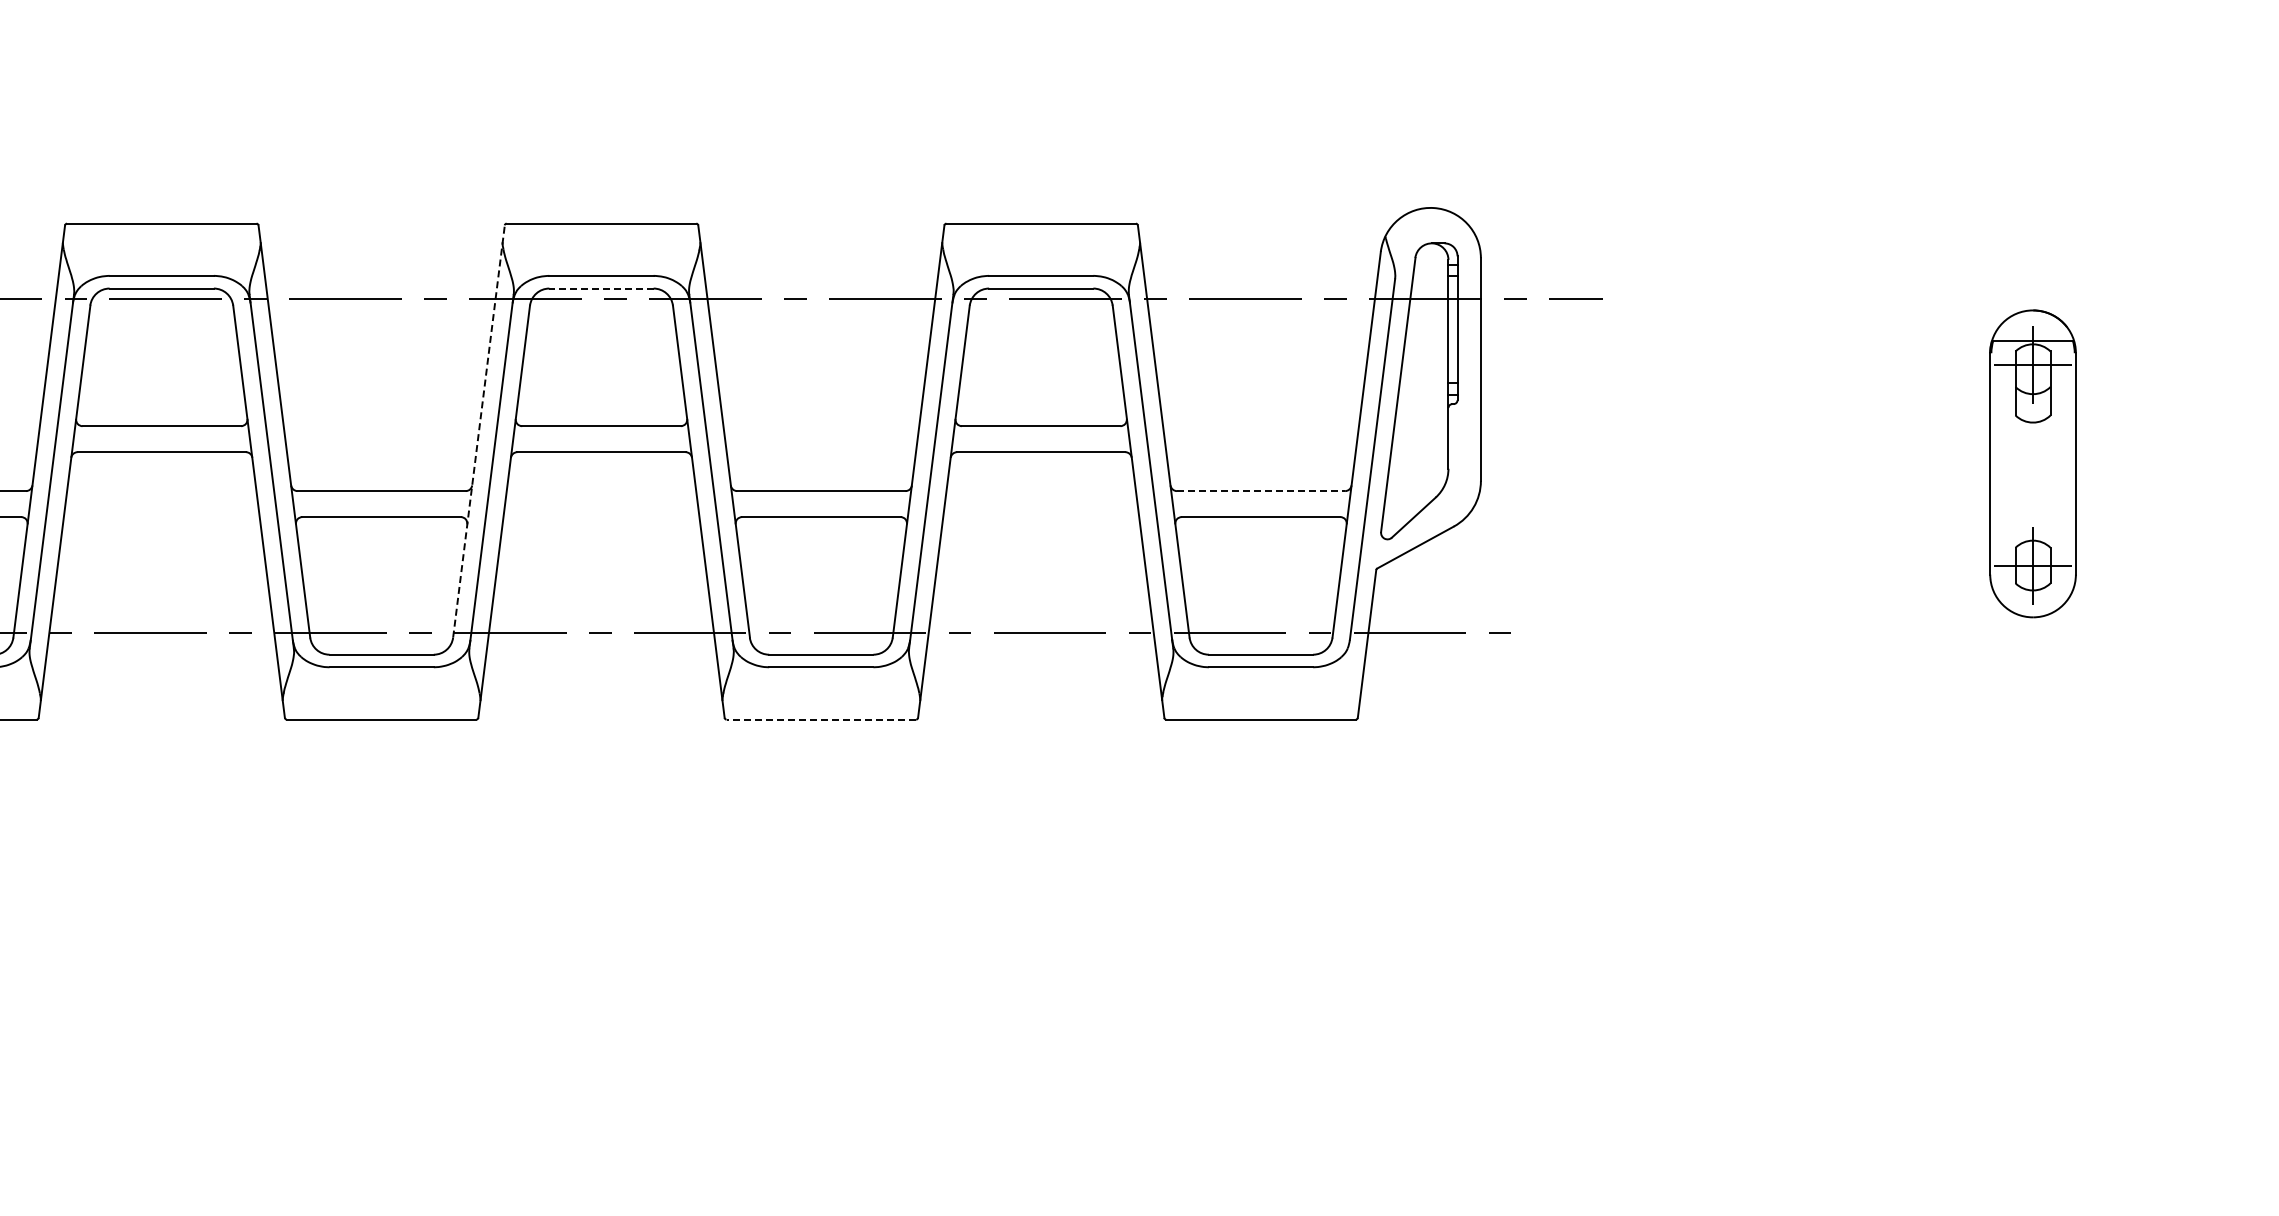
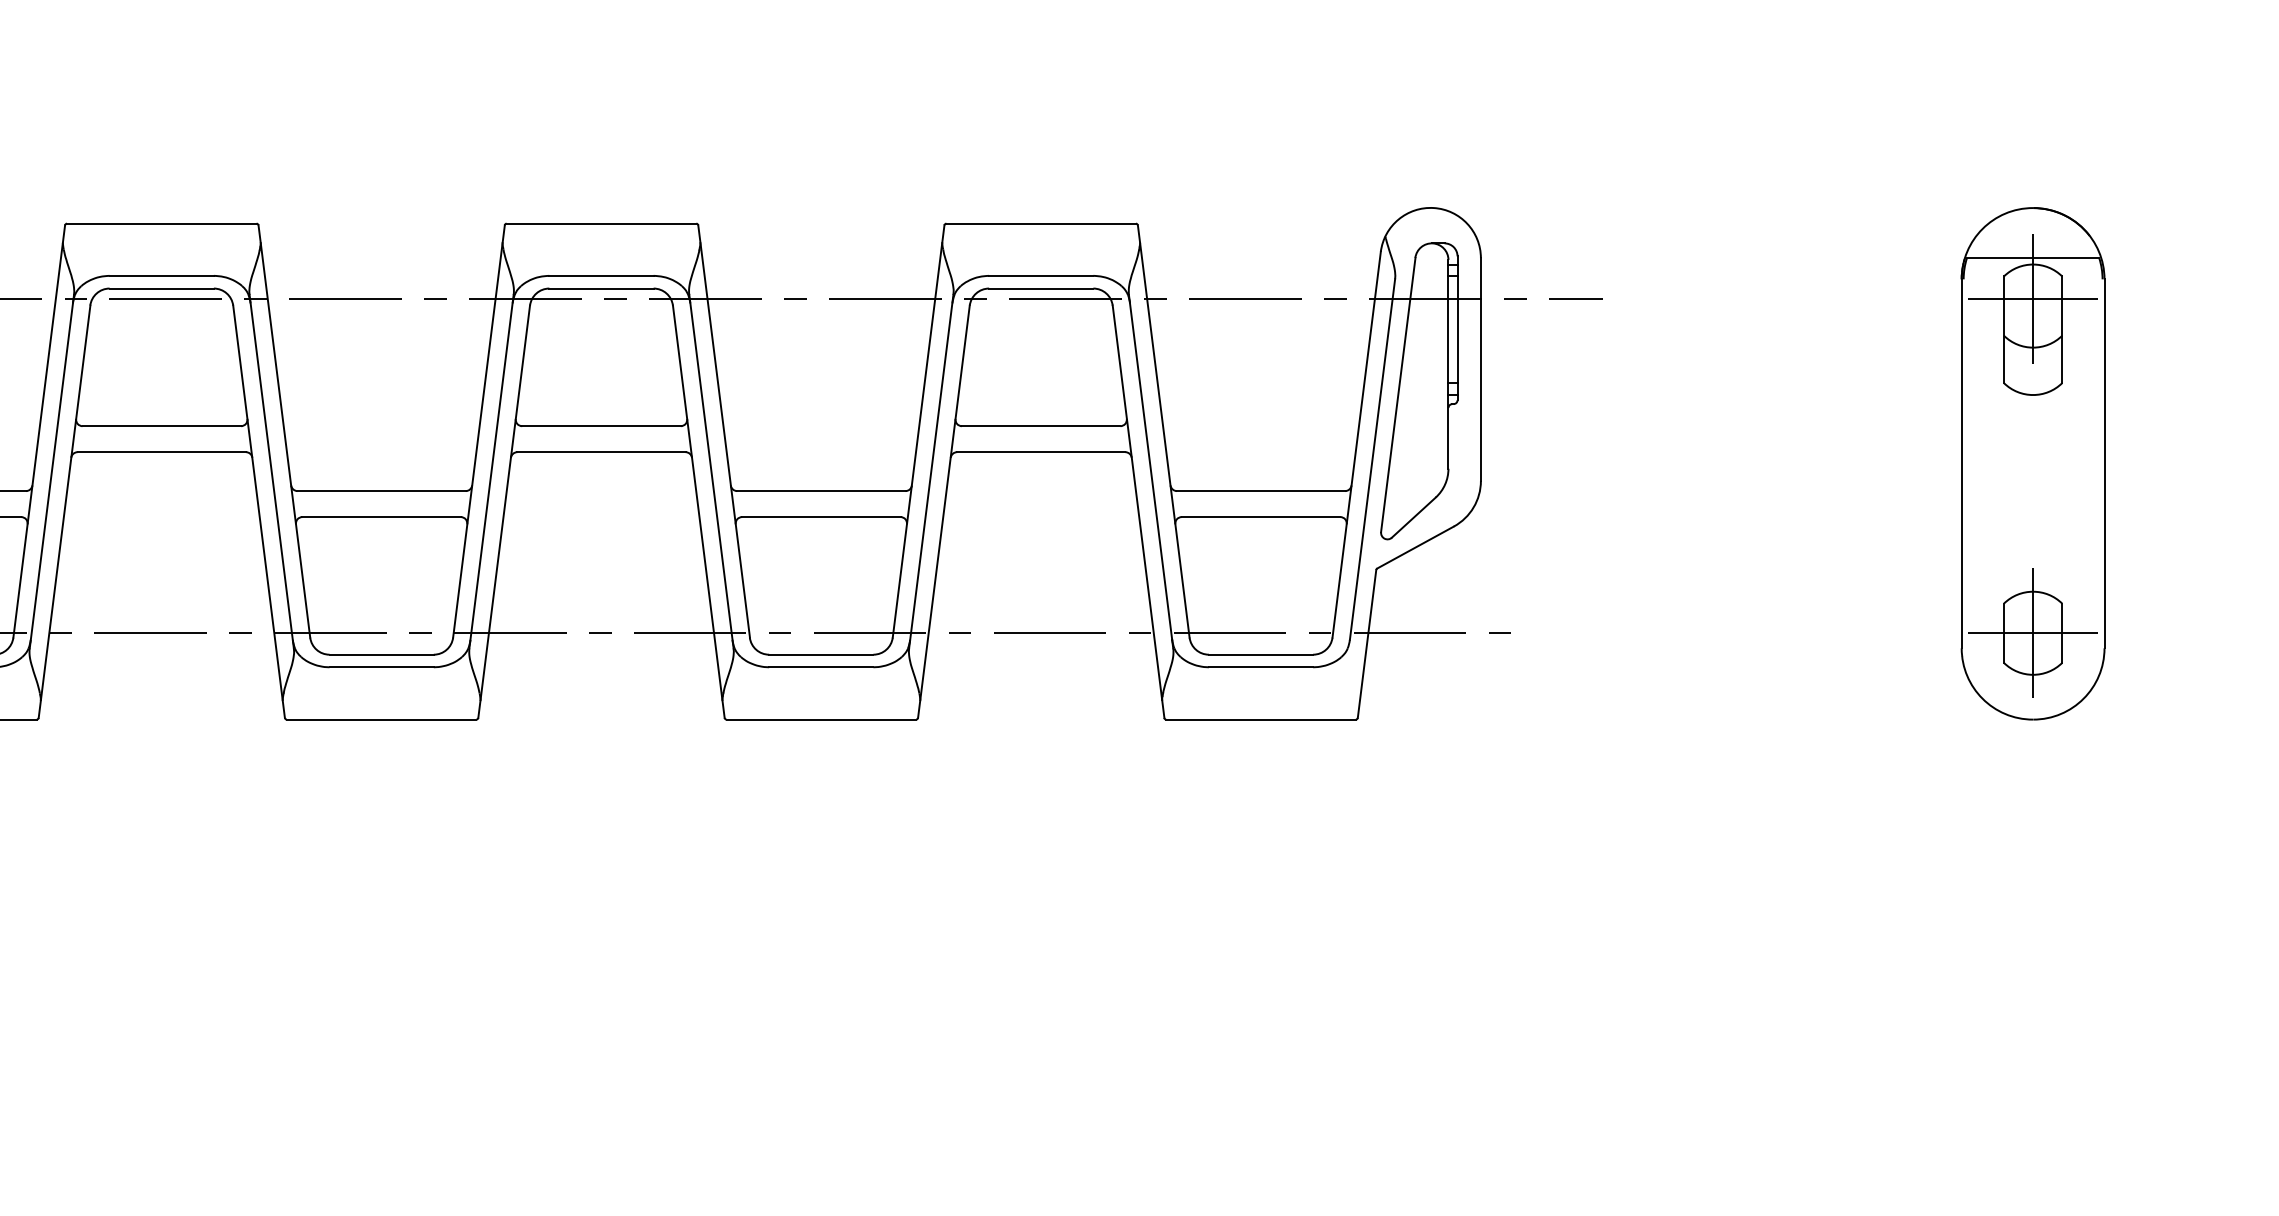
line at (601, 288): dashed -> solid
line at (479, 431): dashed -> solid
part at (2032, 463) size: 88x310 px -> 146x514 px
line at (1261, 491): dashed -> solid
line at (821, 719): dashed -> solid
